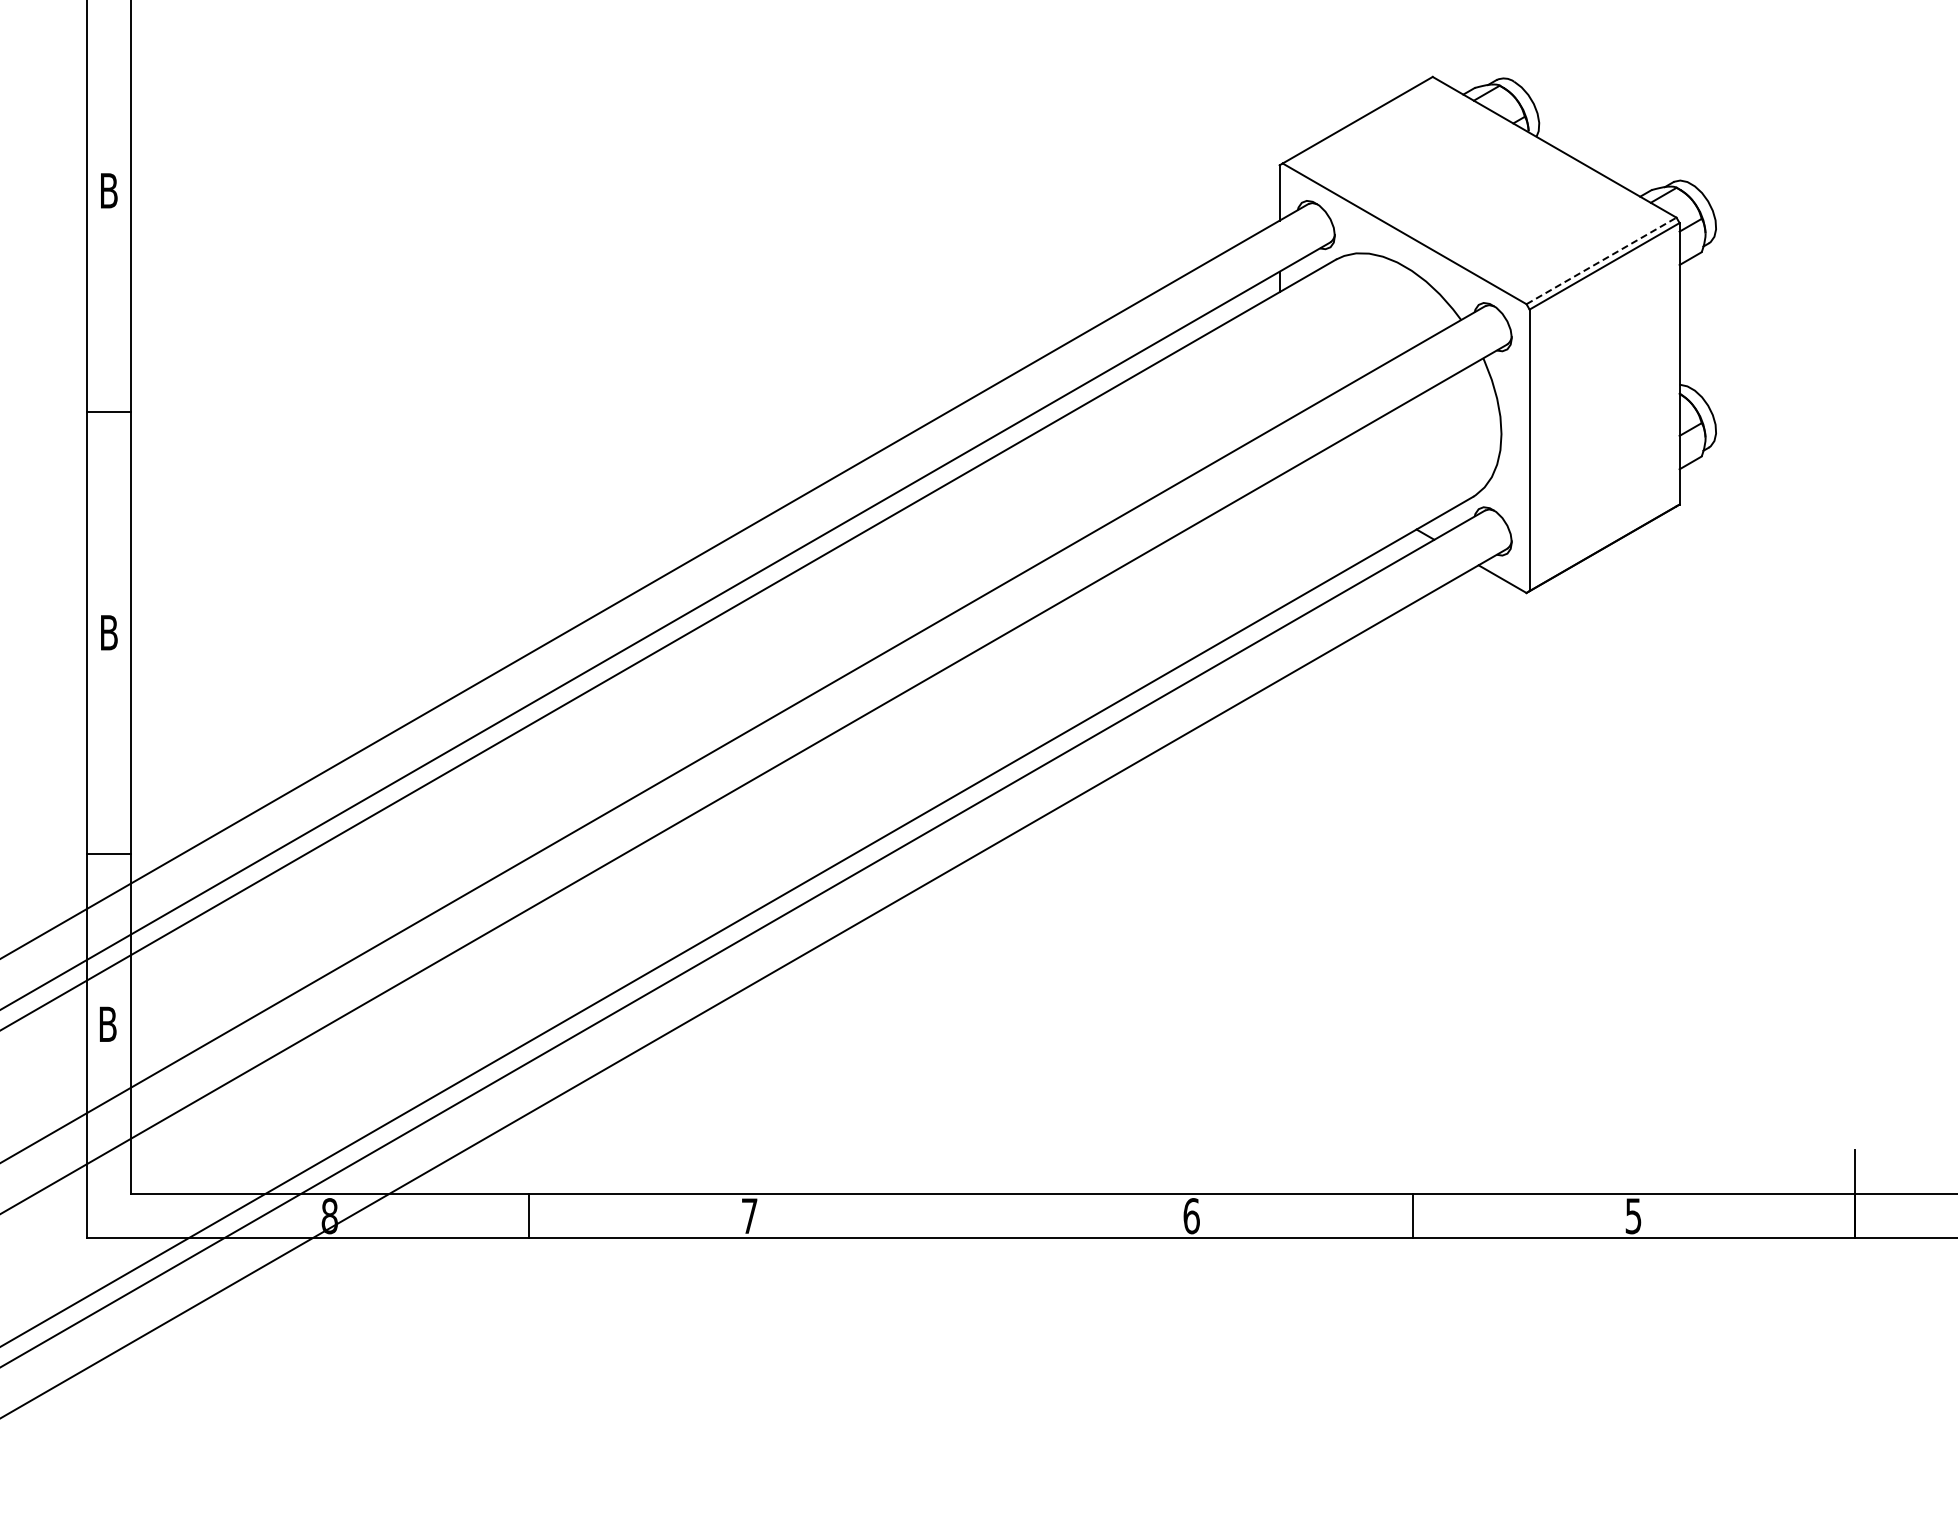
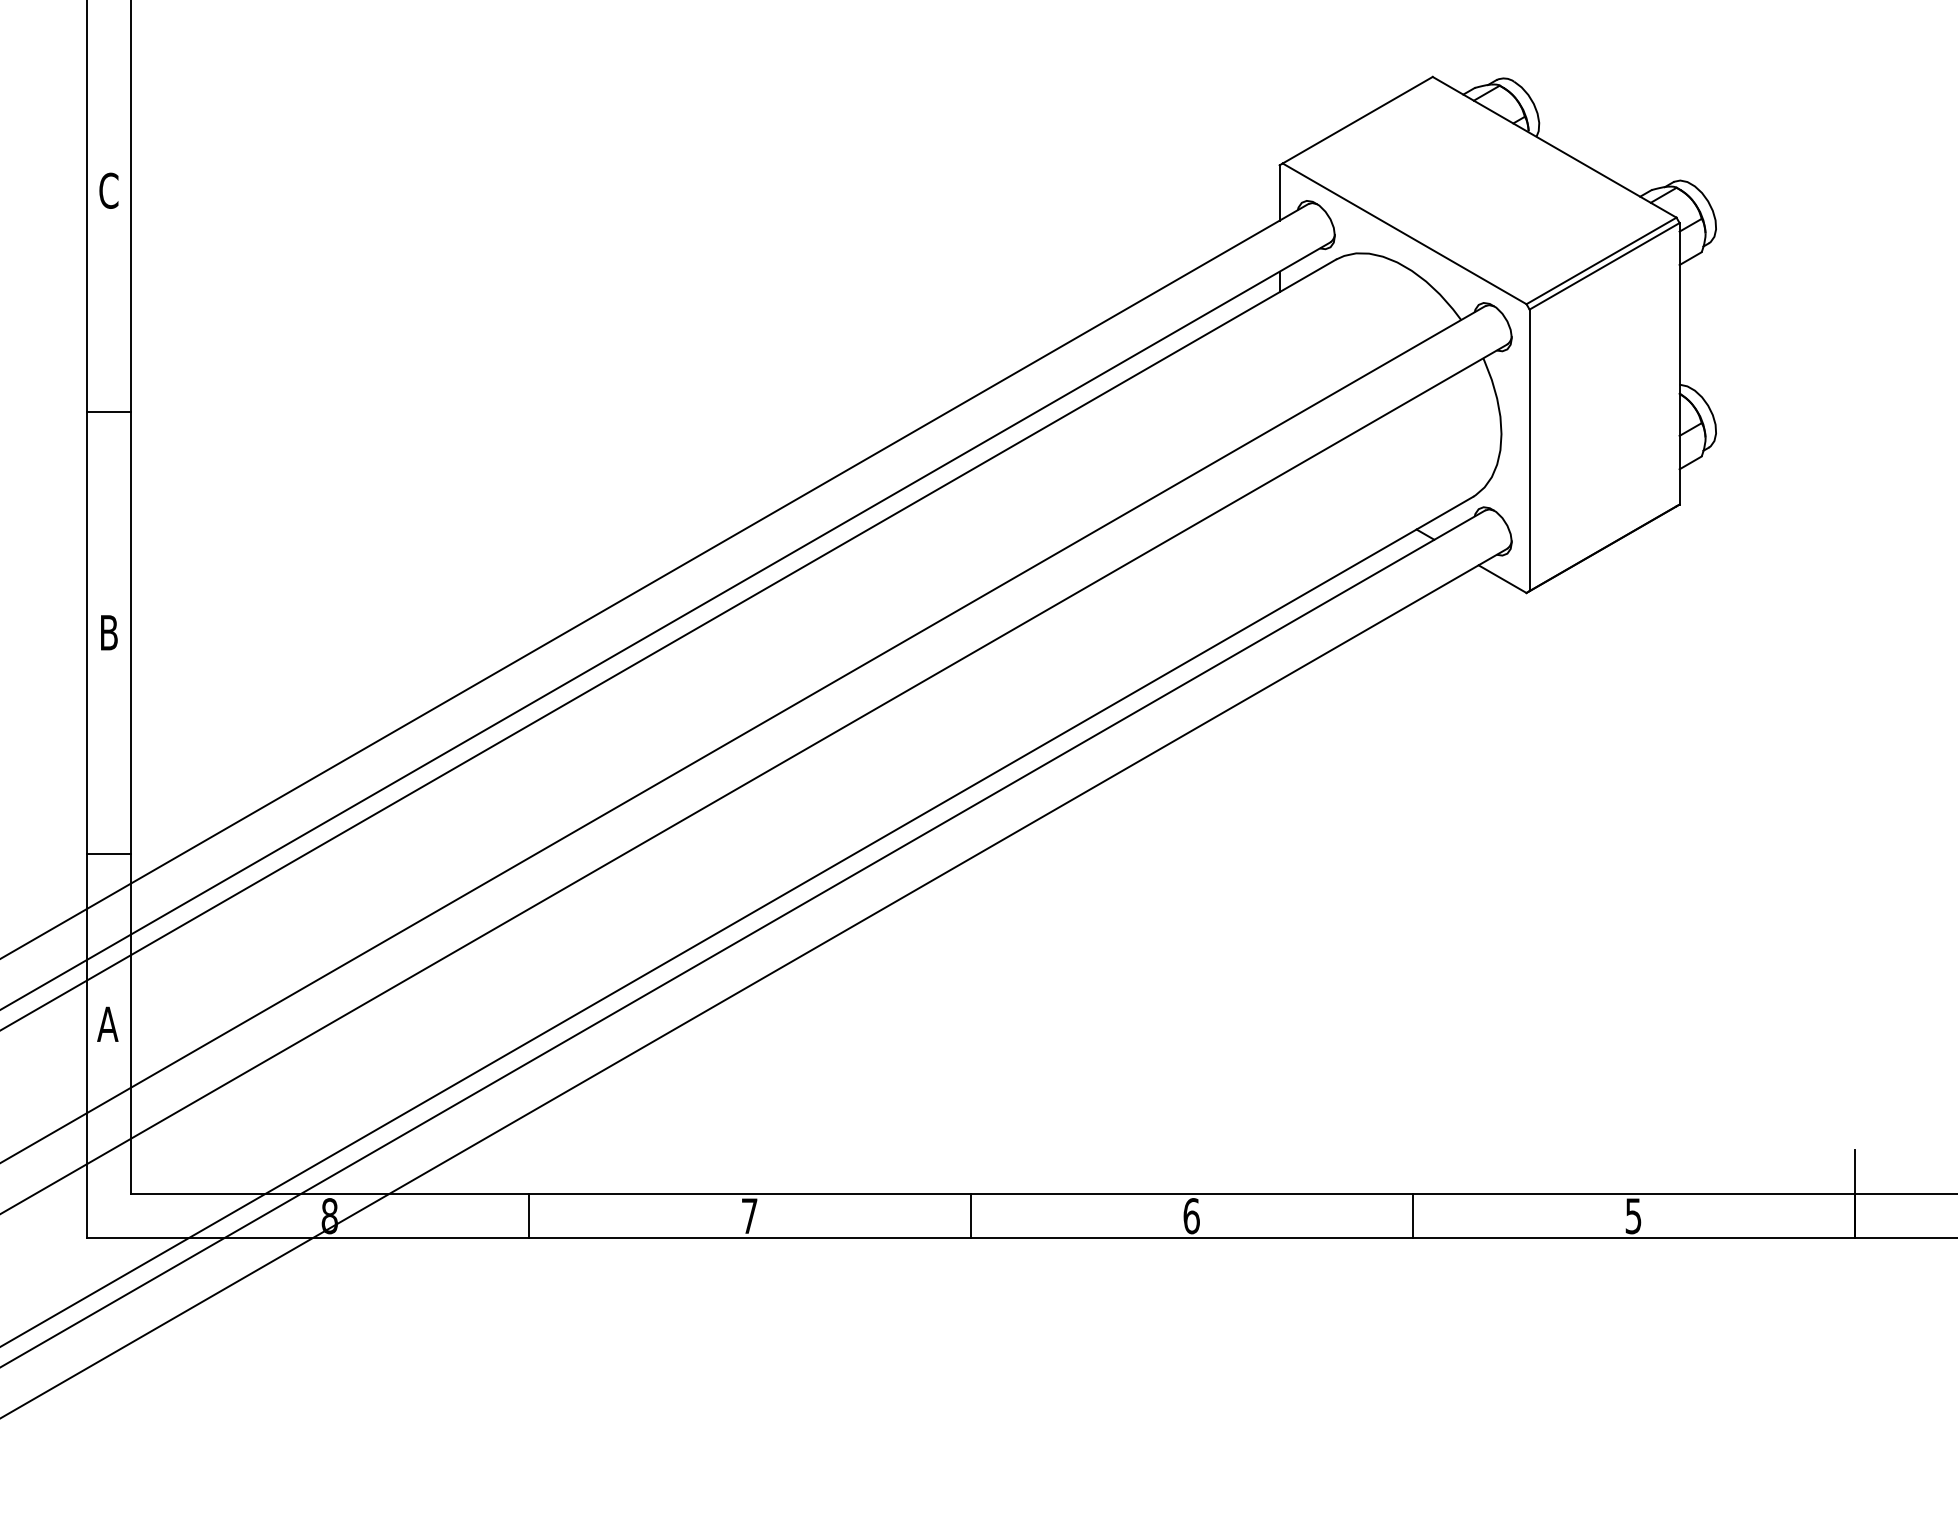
text at (108, 190): B -> C
line at (1601, 260): dashed -> solid
text at (107, 1023): B -> A
line at (971, 1215): none -> present
